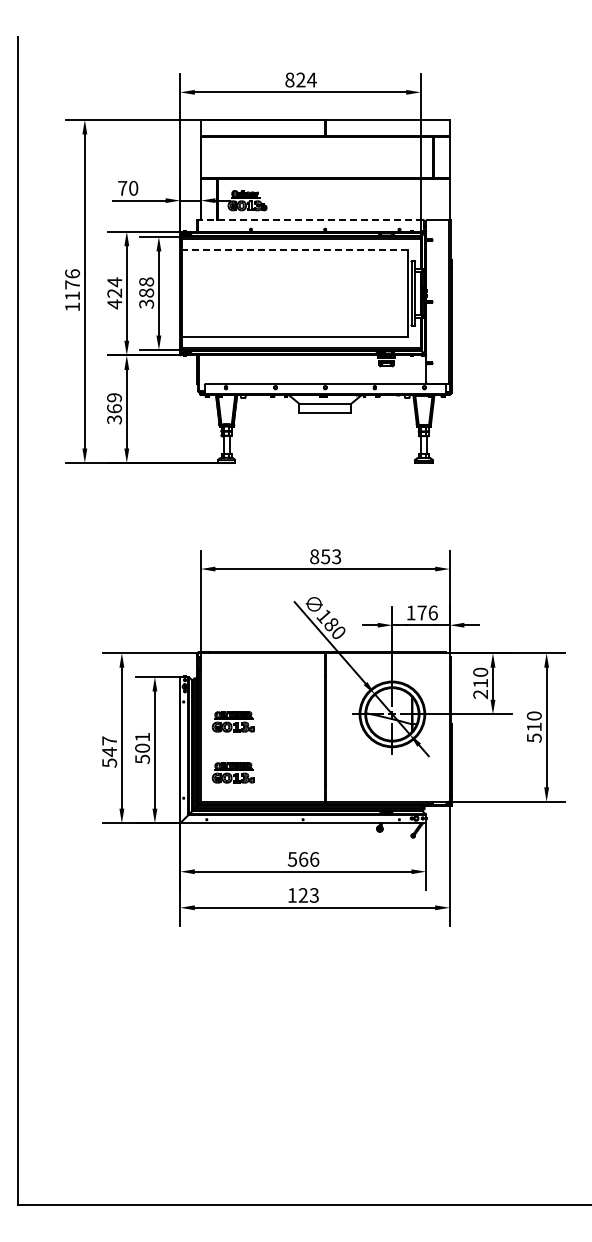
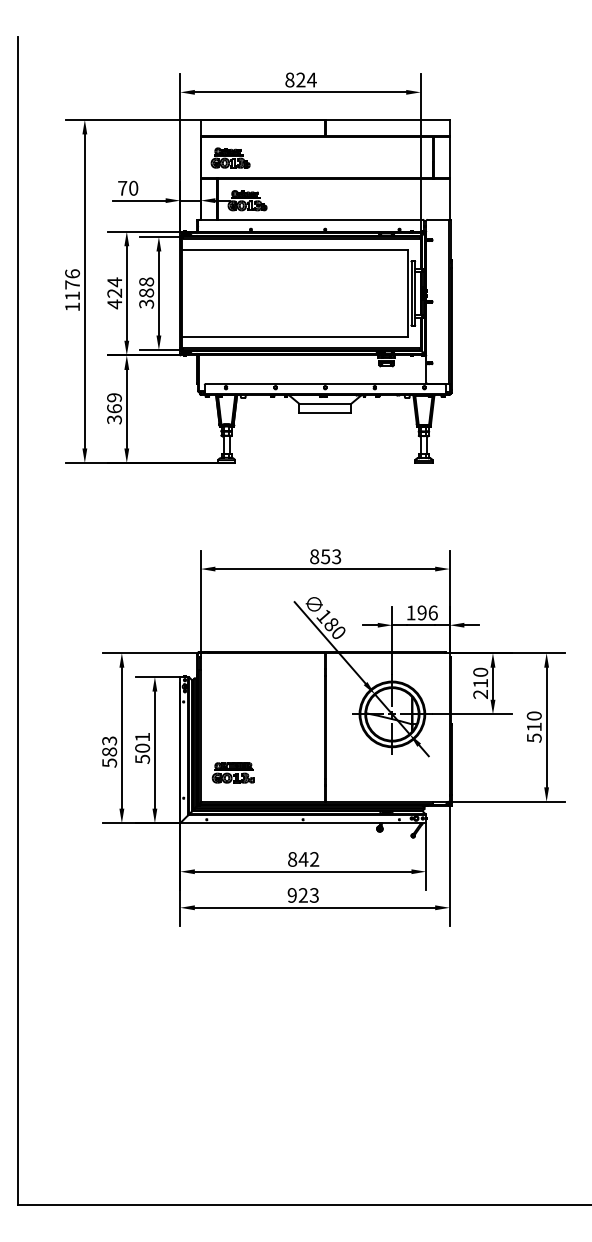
part at (230, 157): none -> present
line at (311, 219): dashed -> solid
line at (295, 249): dashed -> solid
text at (421, 612): 176 -> 196
part at (232, 721): present -> none
text at (109, 746): 547 -> 583
text at (303, 859): 566 -> 842
text at (291, 895): 123 -> 923
